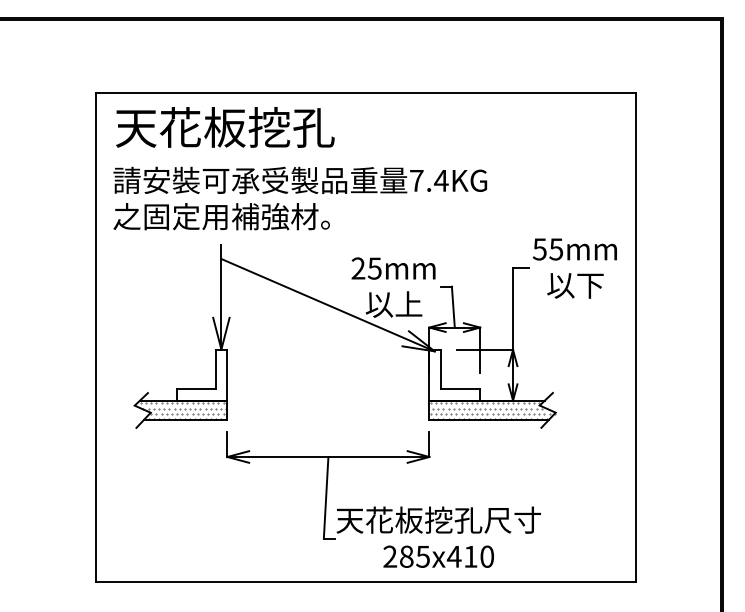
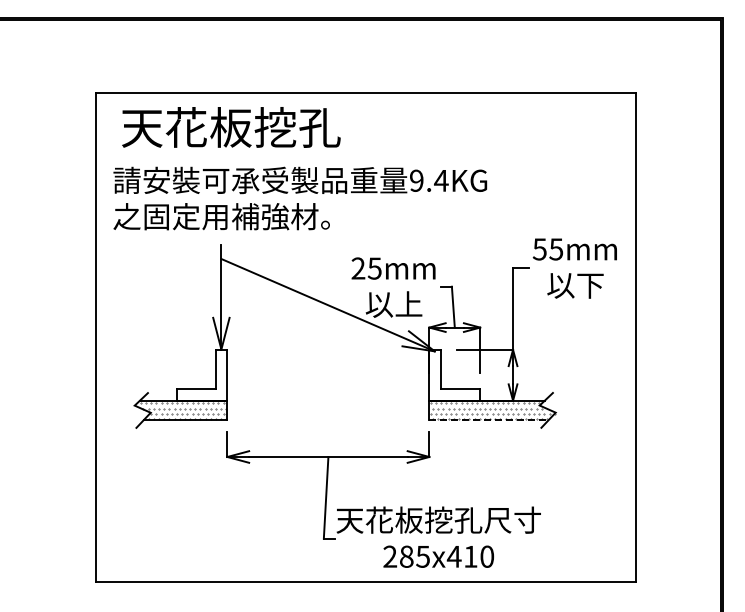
text at (225, 127) position: (225, 127) -> (231, 127)
text at (416, 180): 7.4KG -> 9.4KG
line at (488, 420): solid -> dashed
